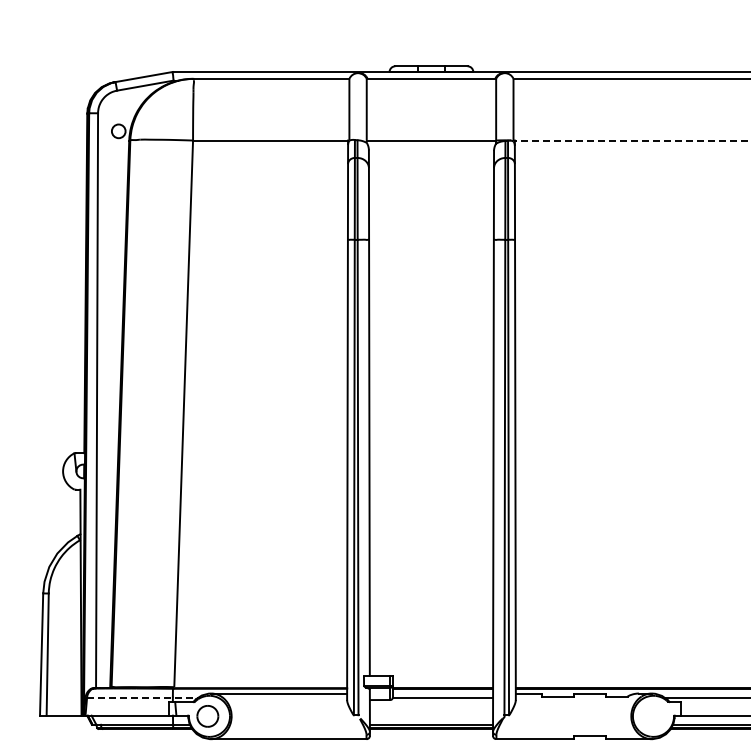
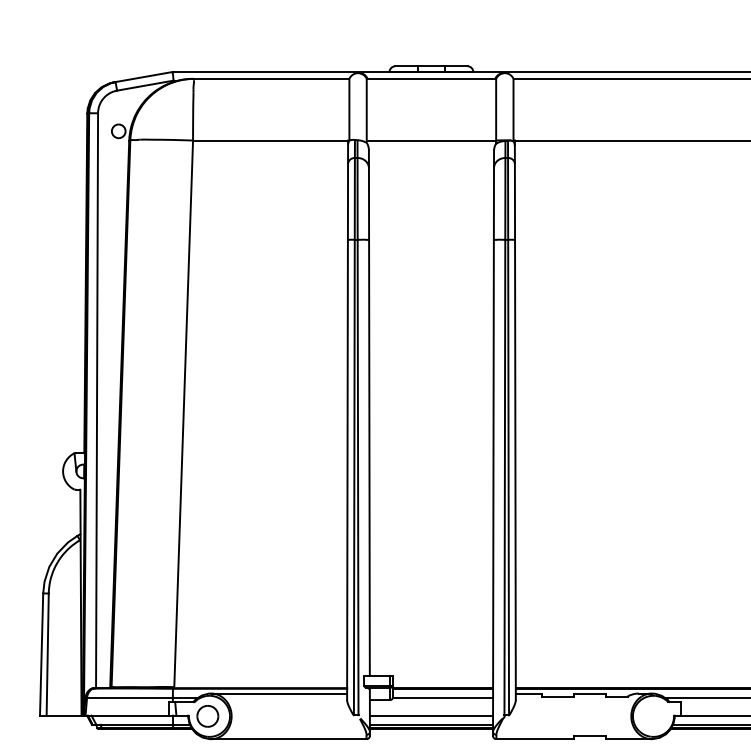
line at (632, 140): dashed -> solid
line at (142, 697): dashed -> solid
line at (431, 715): none -> present
